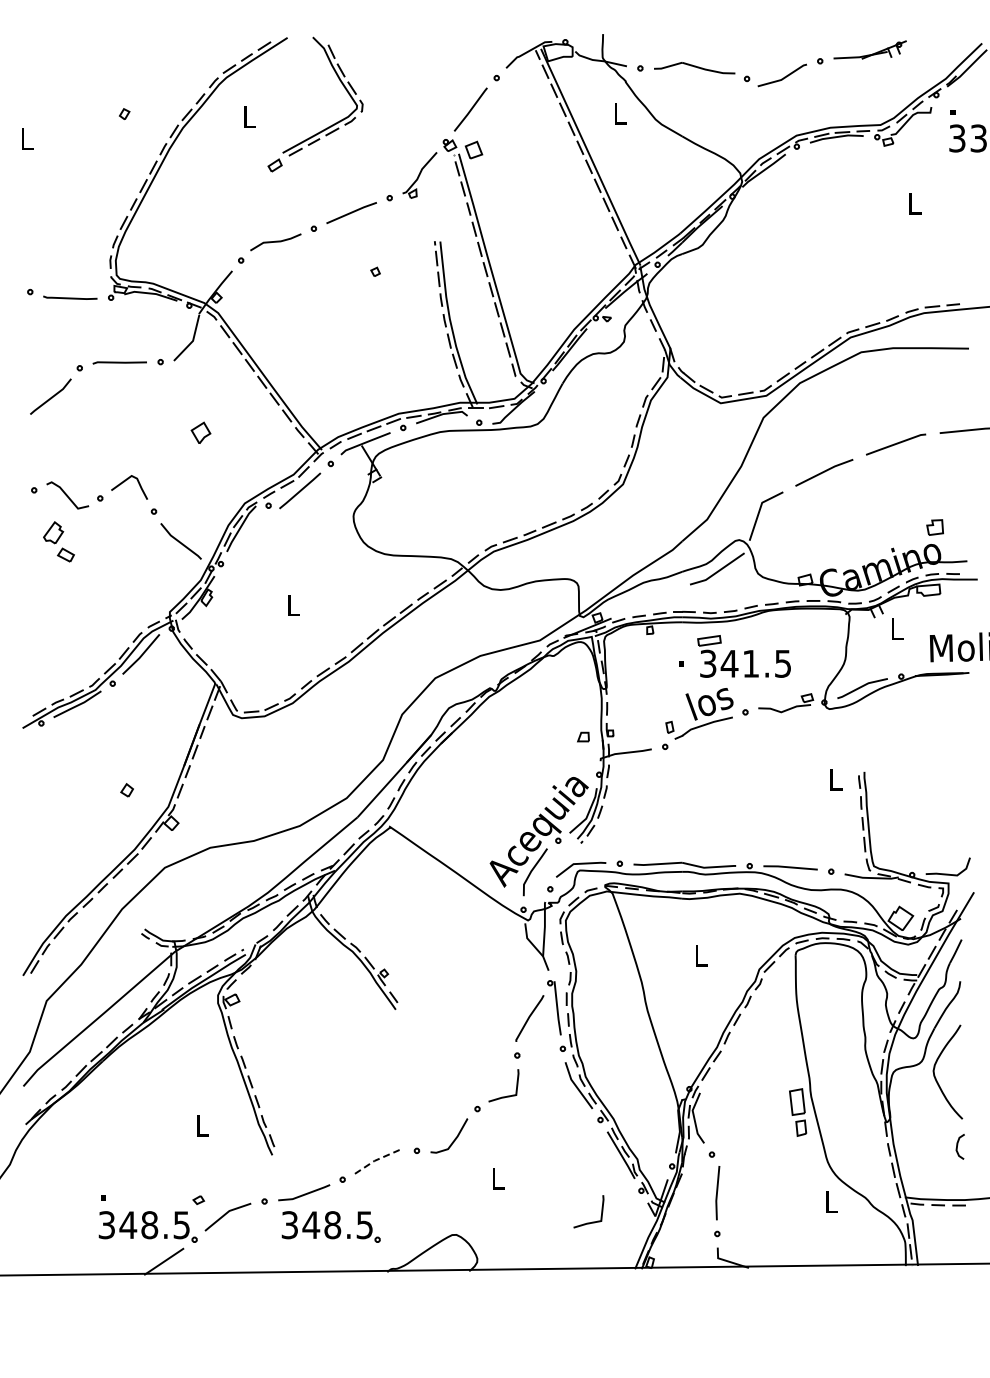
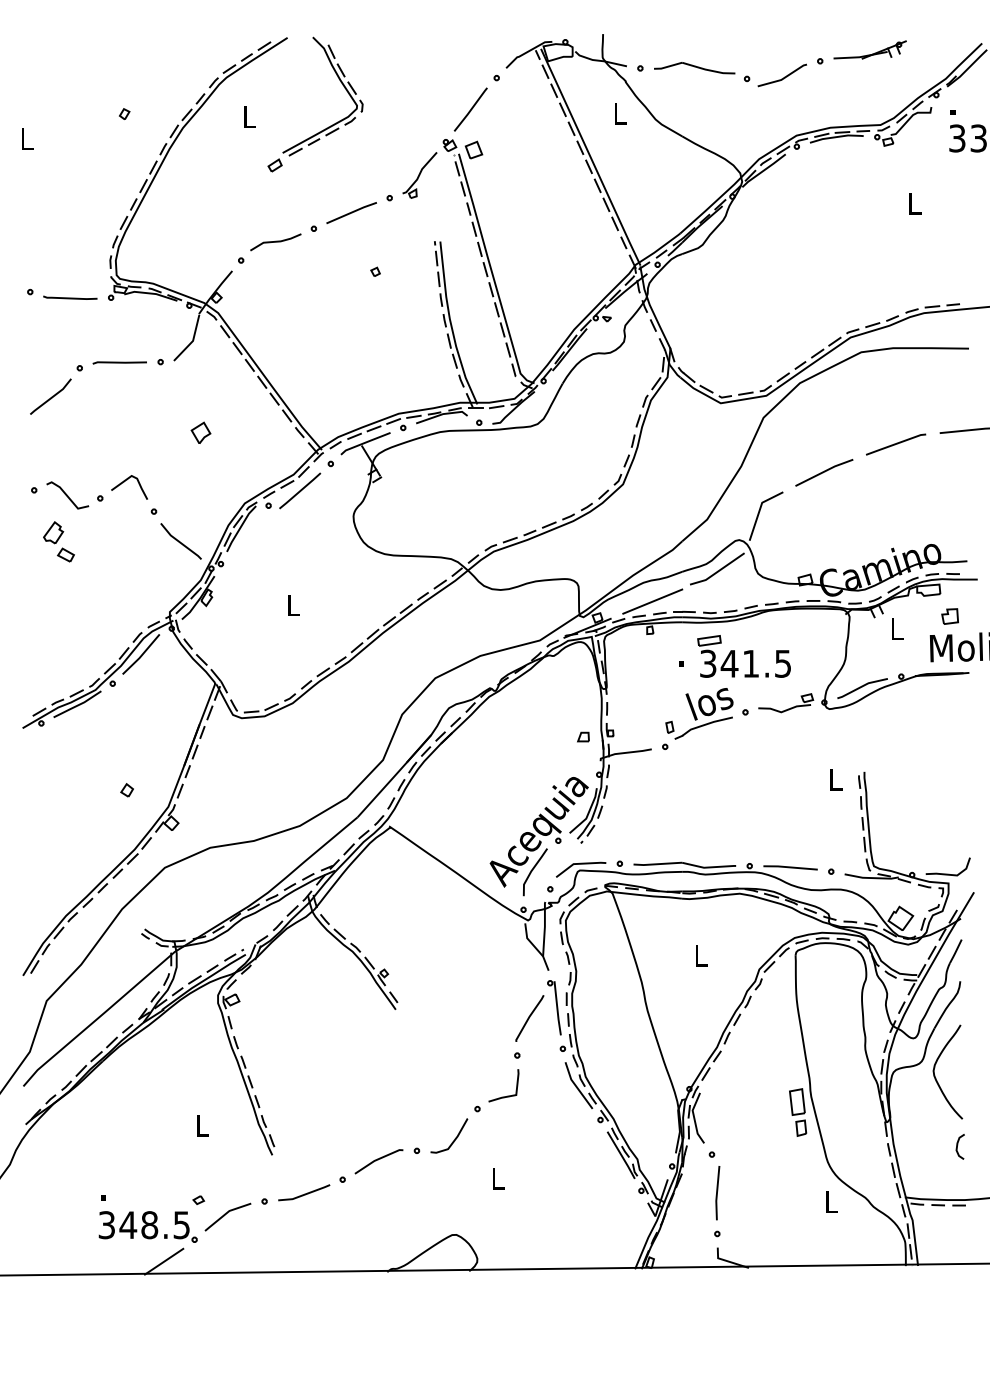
part at (934, 527) position: (934, 527) -> (949, 616)
line at (652, 601): none -> present
line at (378, 1159): dashed -> solid
line at (592, 1221): present -> none
part at (330, 1226): present -> none
